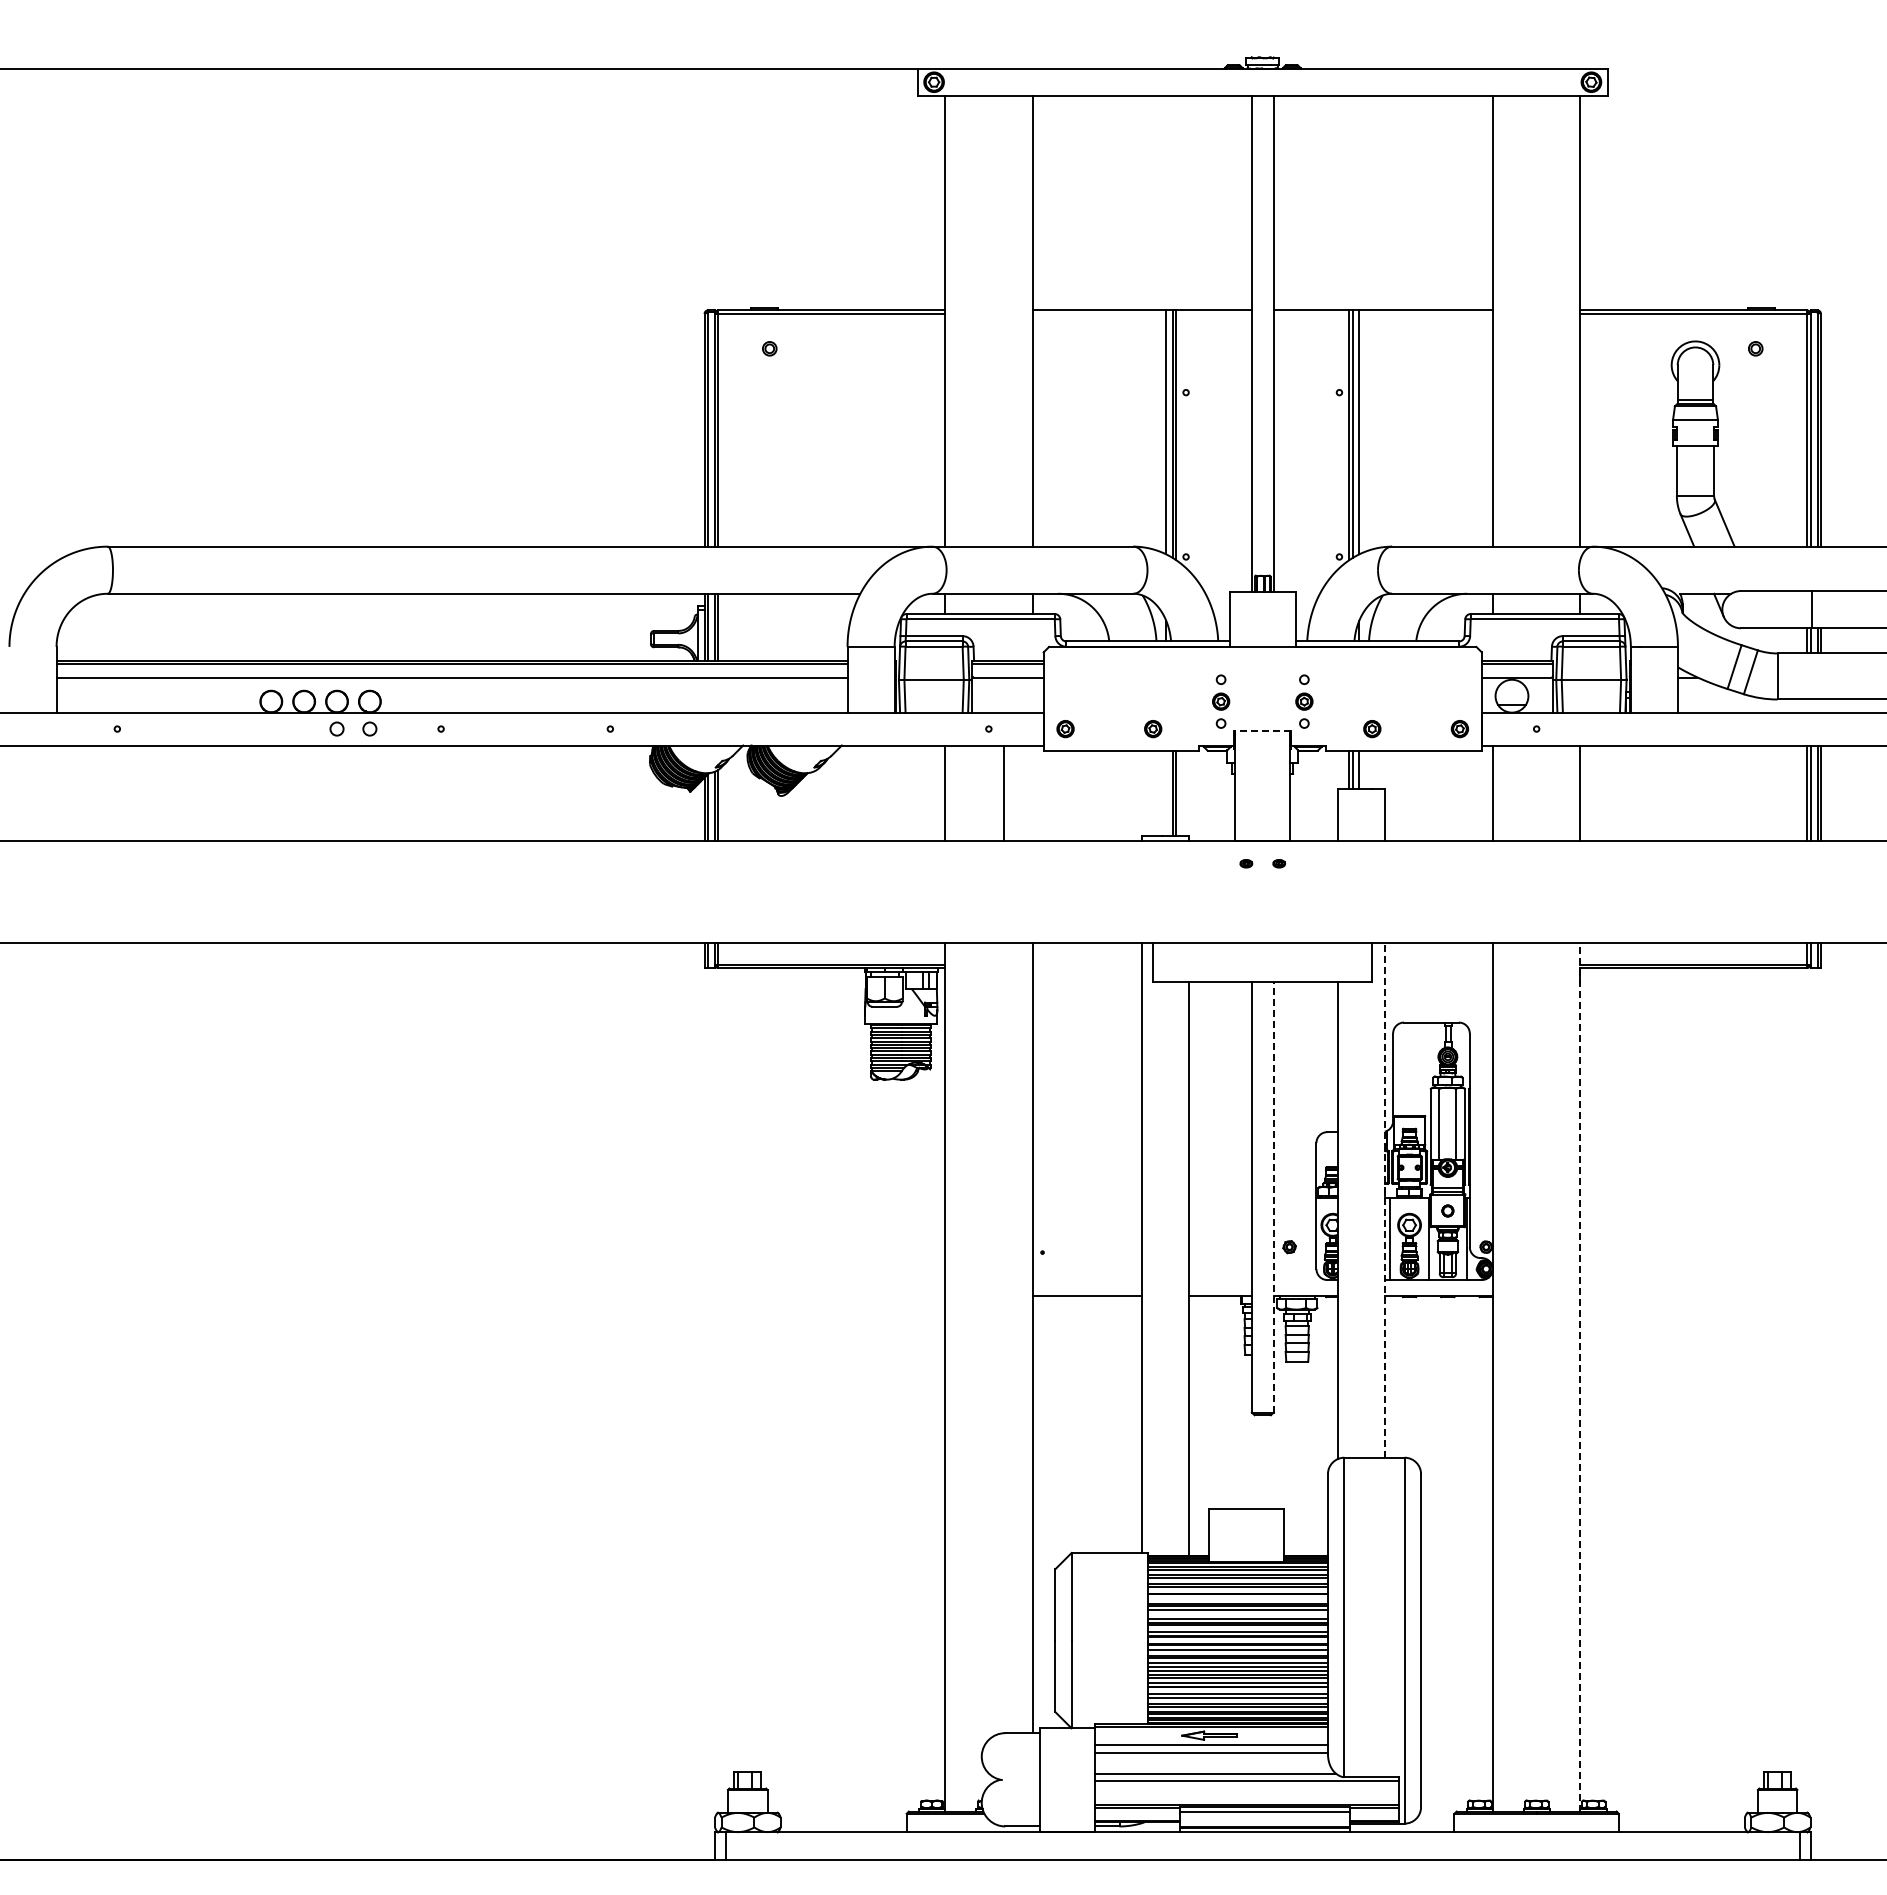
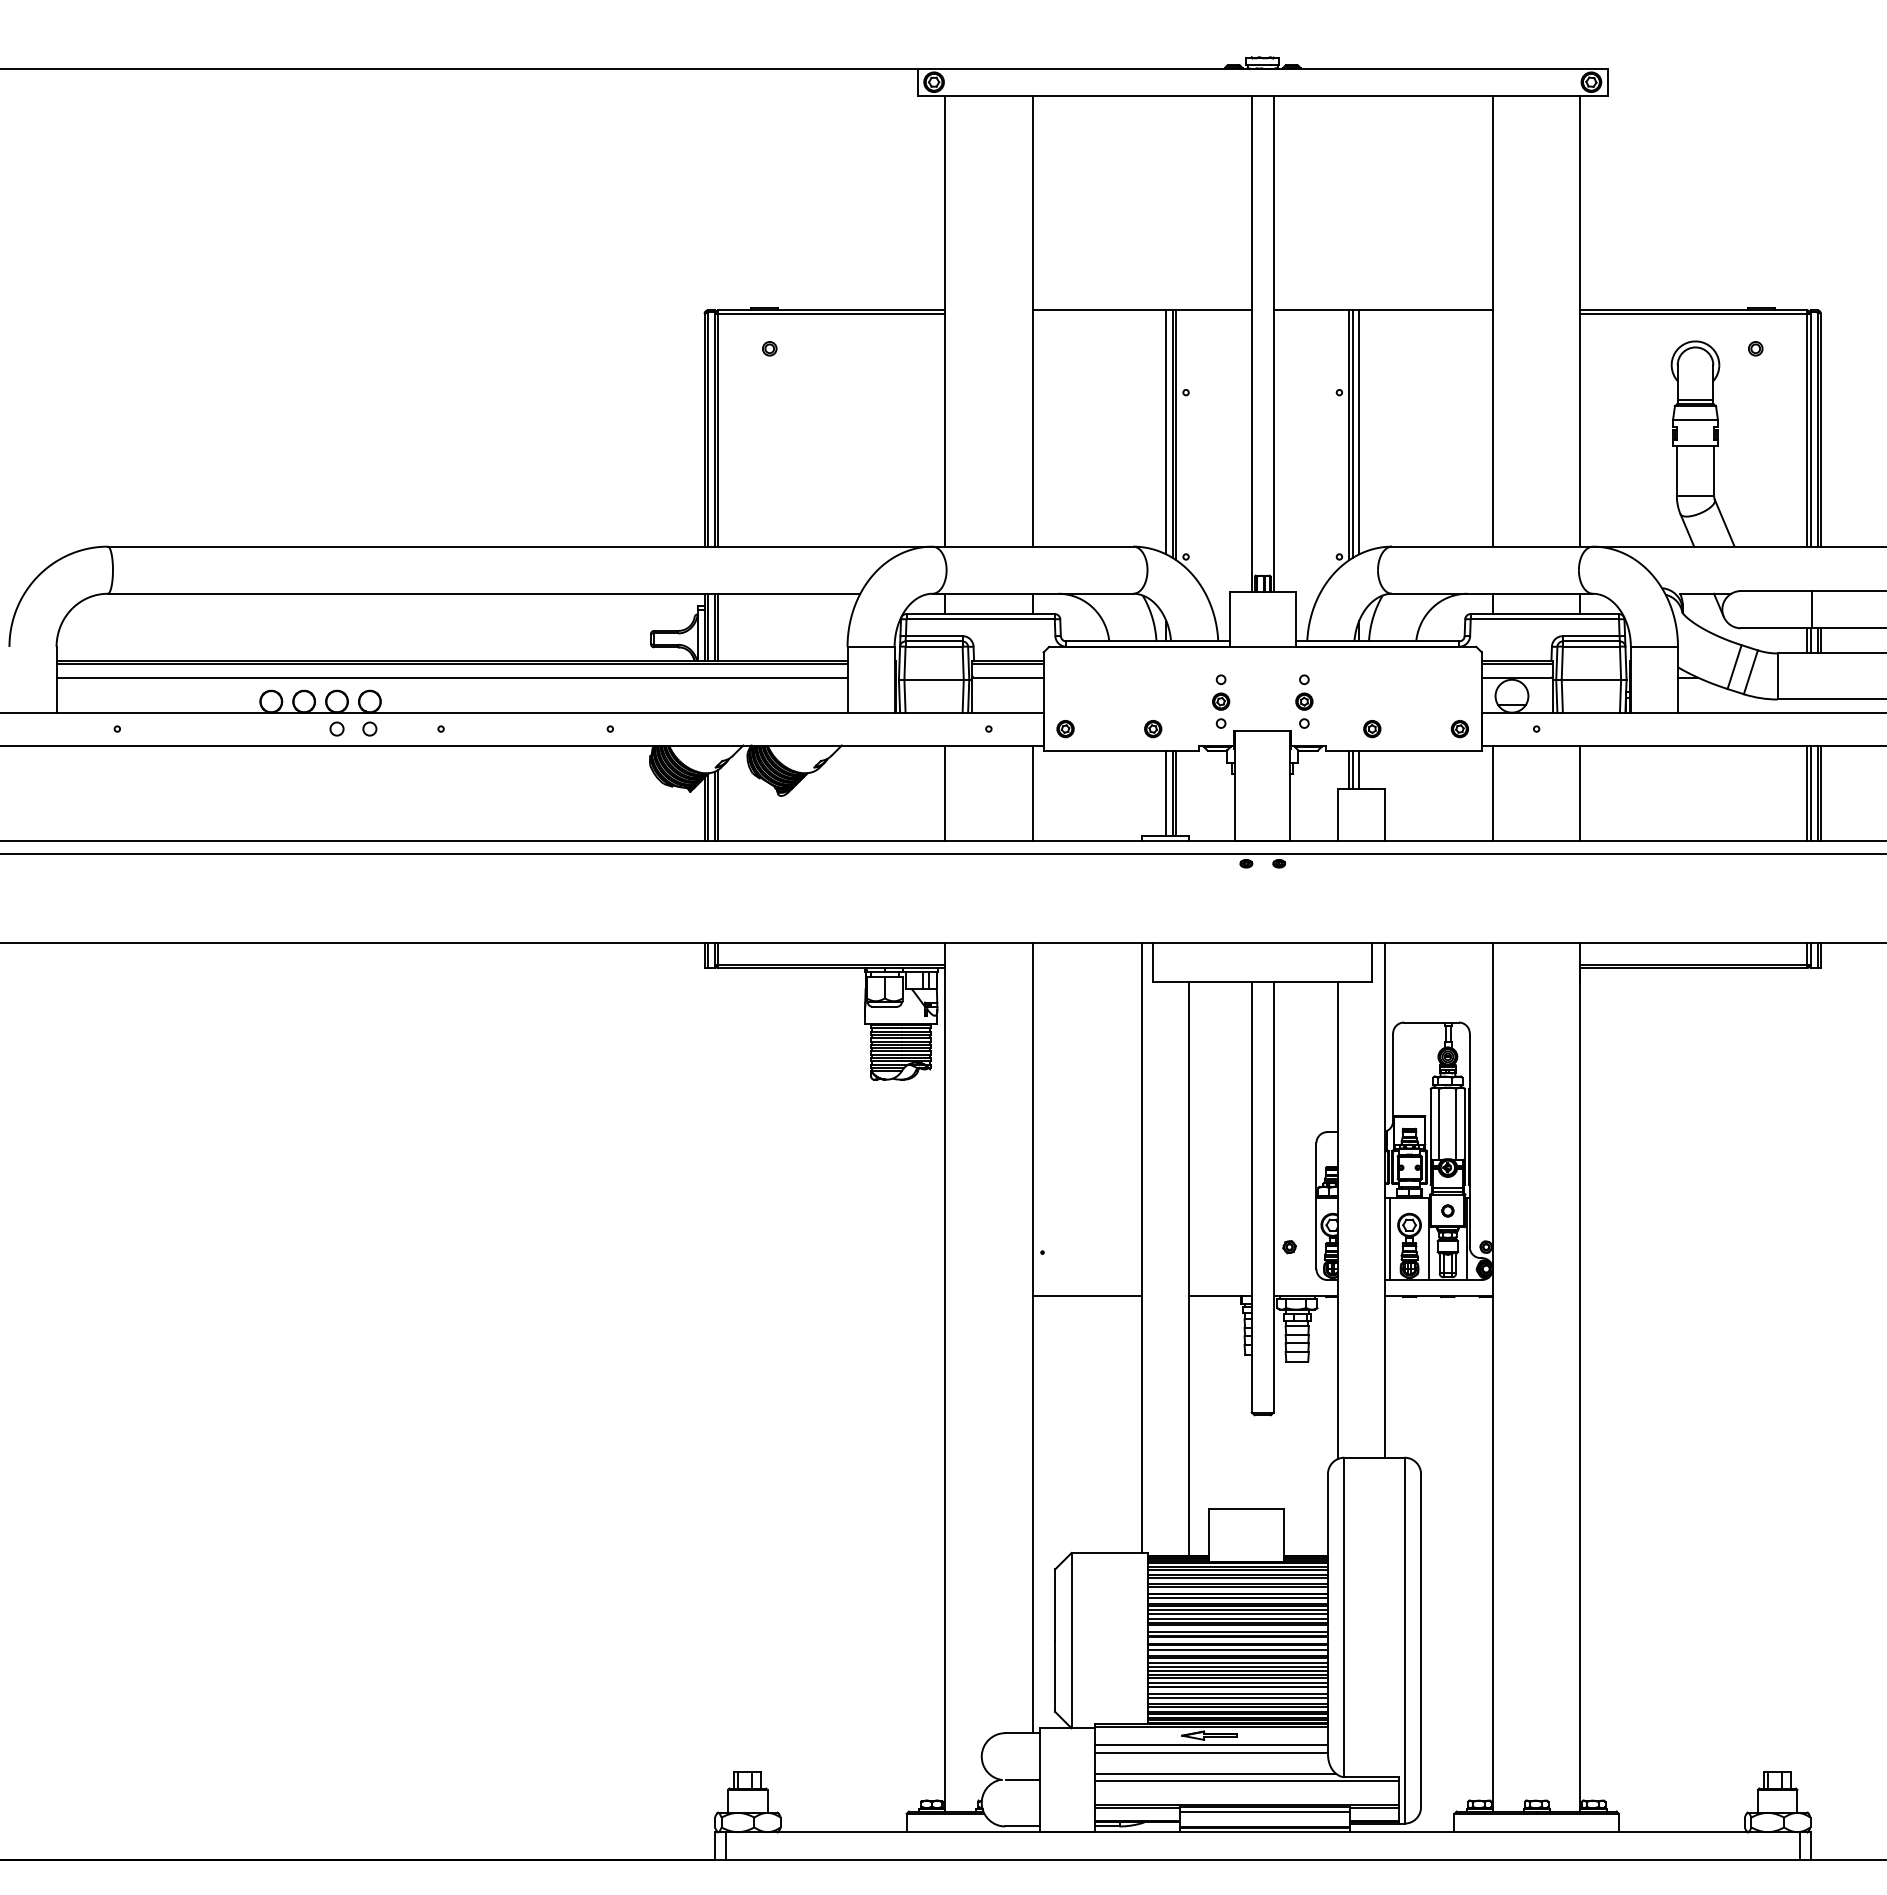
line at (1262, 731): dashed -> solid
line at (1166, 792): none -> present
line at (1003, 793) position: (1003, 793) -> (1032, 793)
line at (942, 854): none -> present
line at (1273, 1196): dashed -> solid
line at (1384, 1200): dashed -> solid
line at (1580, 1376): dashed -> solid
line at (1237, 1598): none -> present
line at (1237, 1614): none -> present
line at (1022, 1780): none -> present
